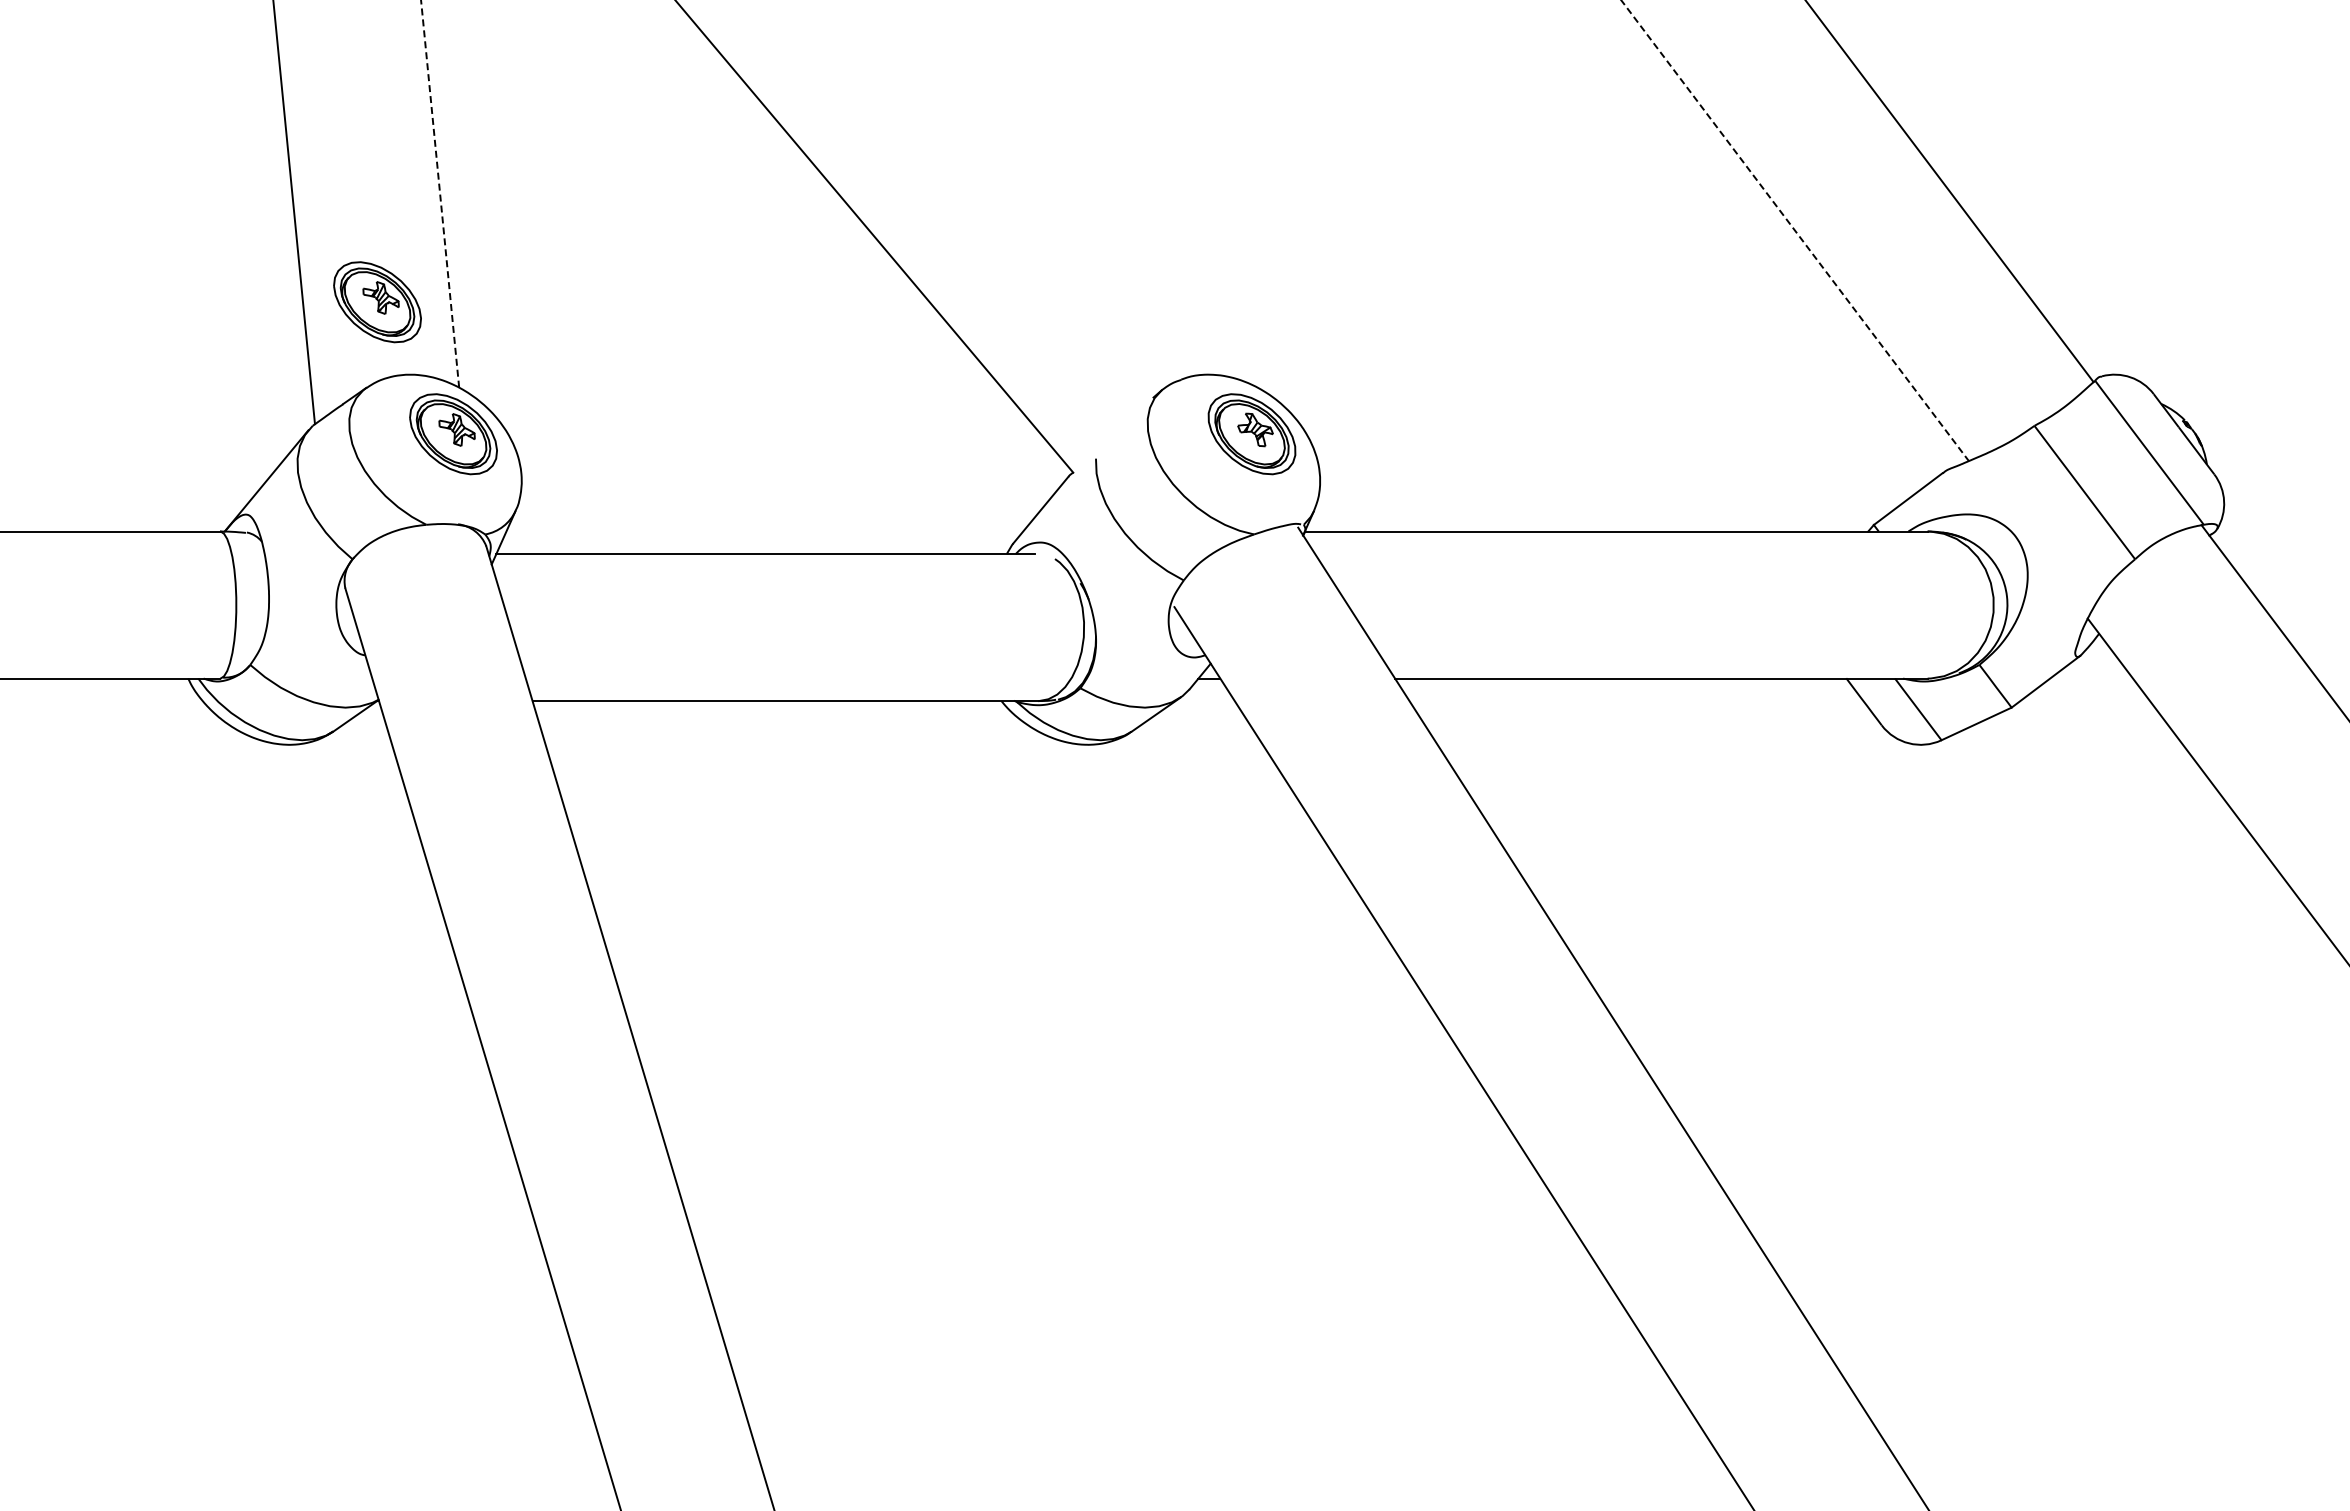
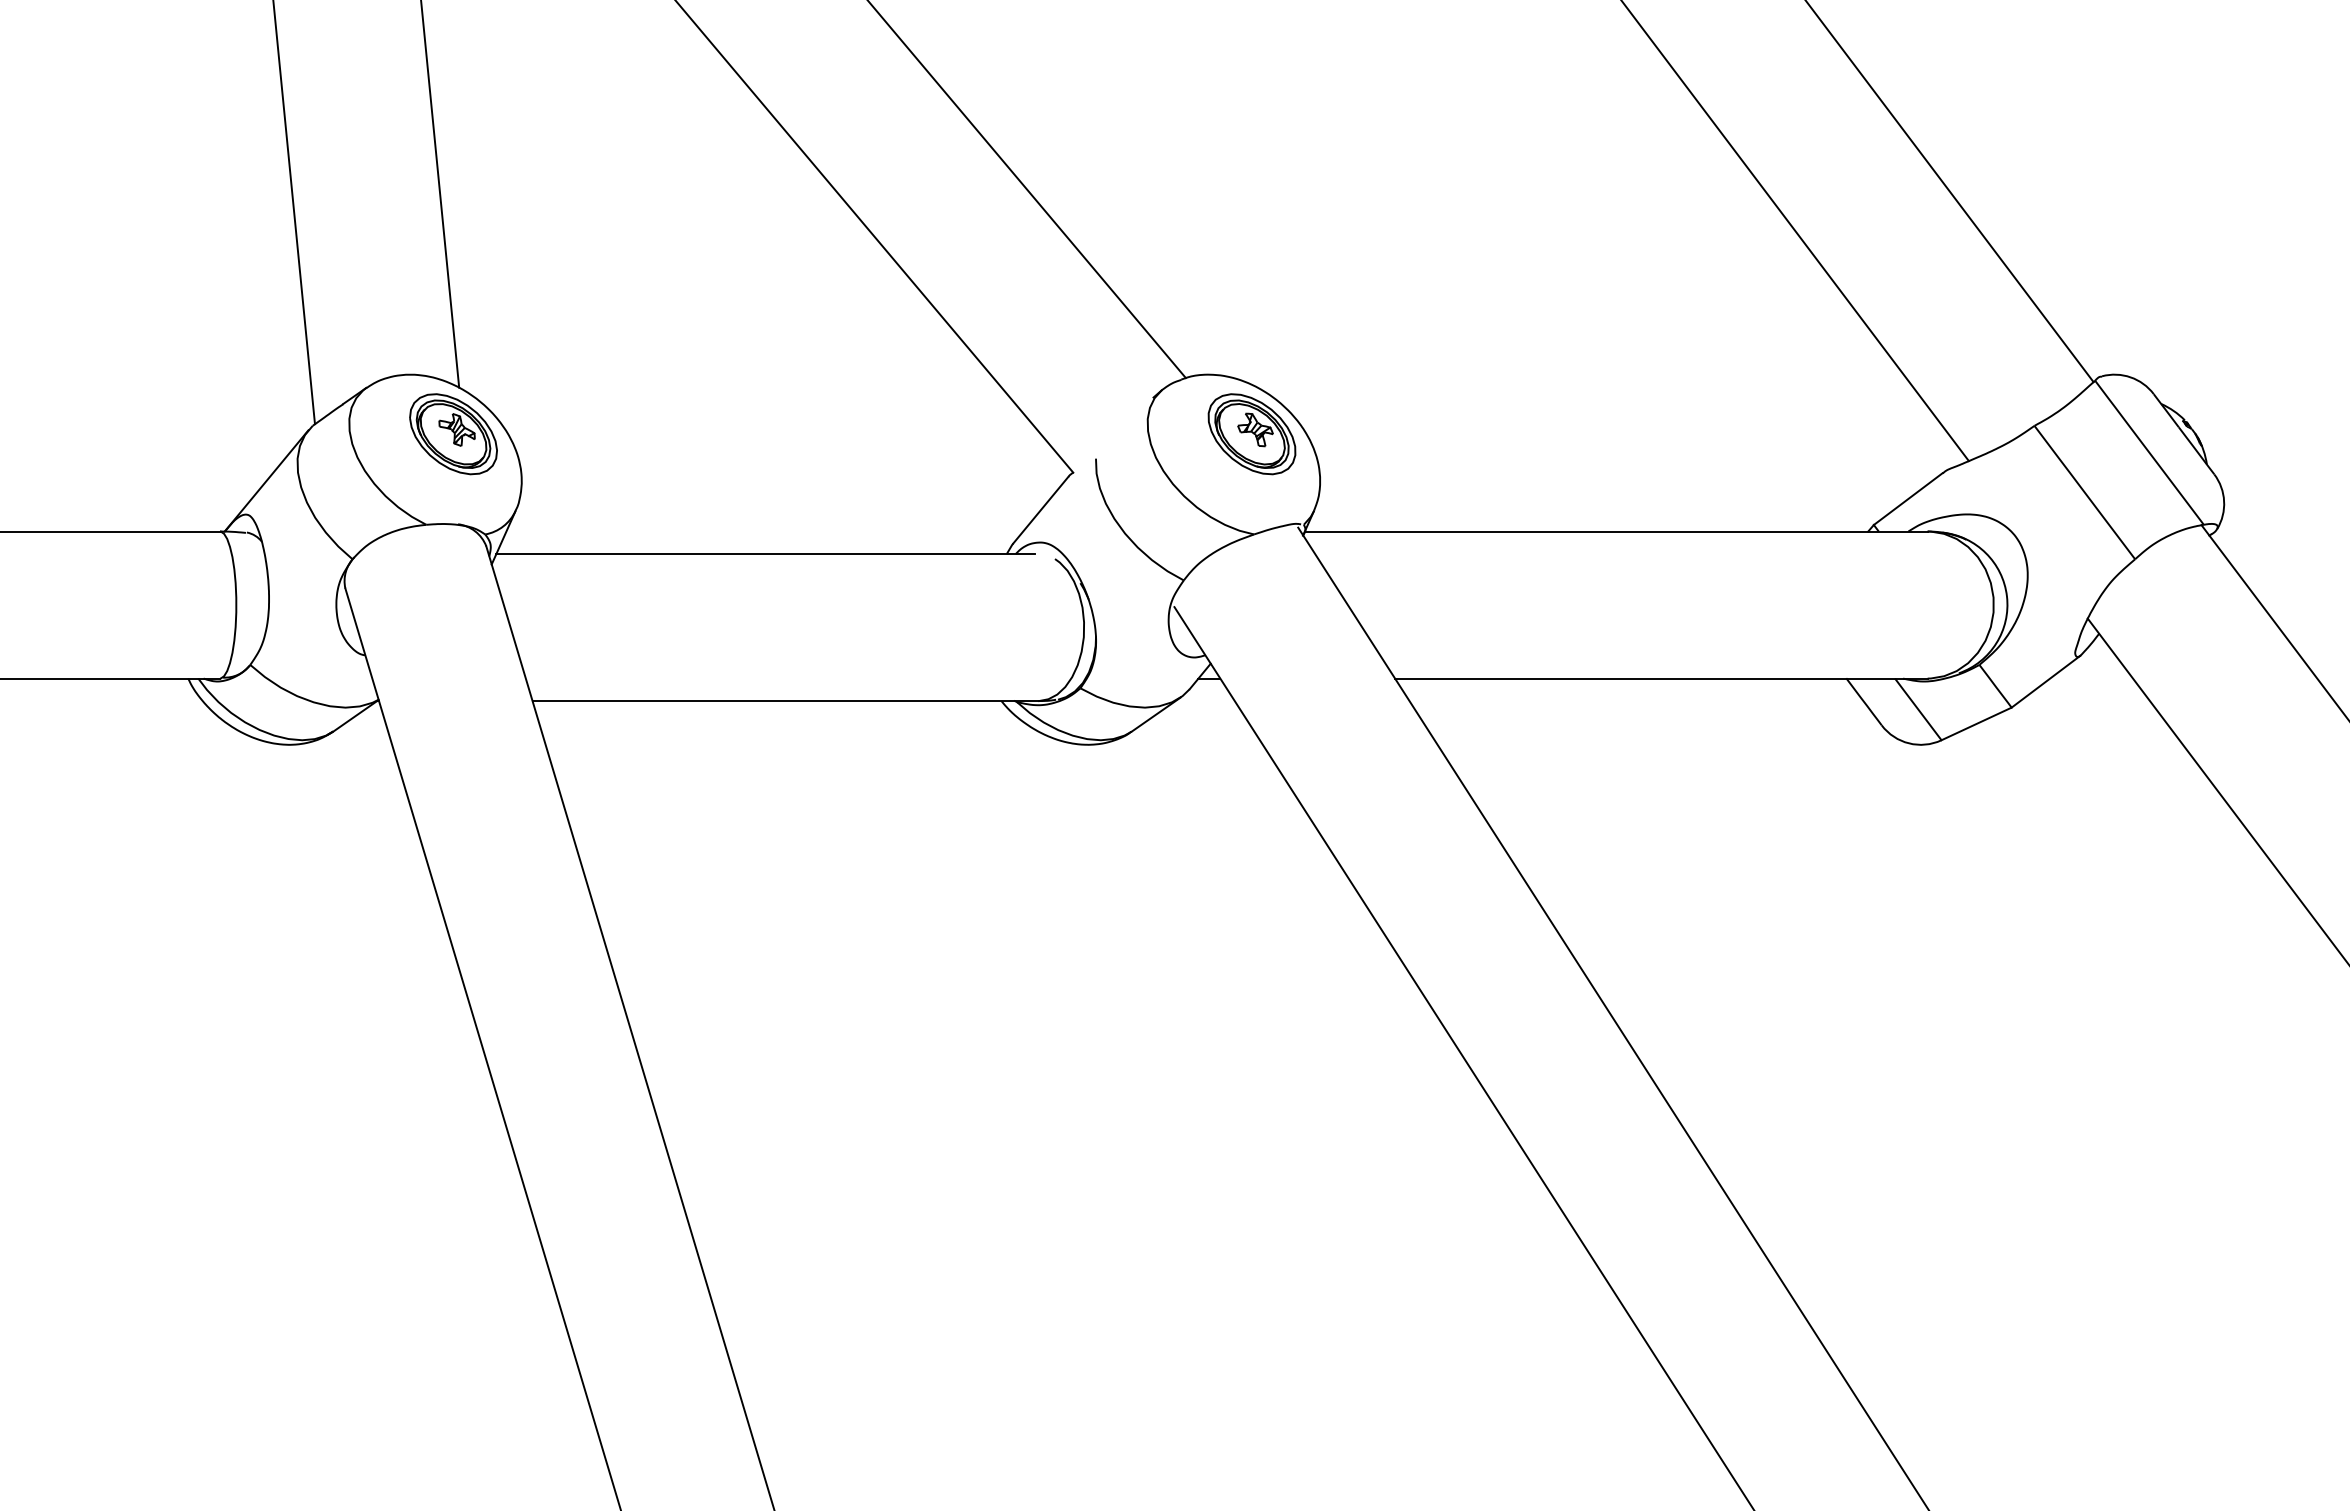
line at (1027, 190): none -> present
line at (440, 193): dashed -> solid
line at (1794, 230): dashed -> solid
part at (377, 302): present -> none
